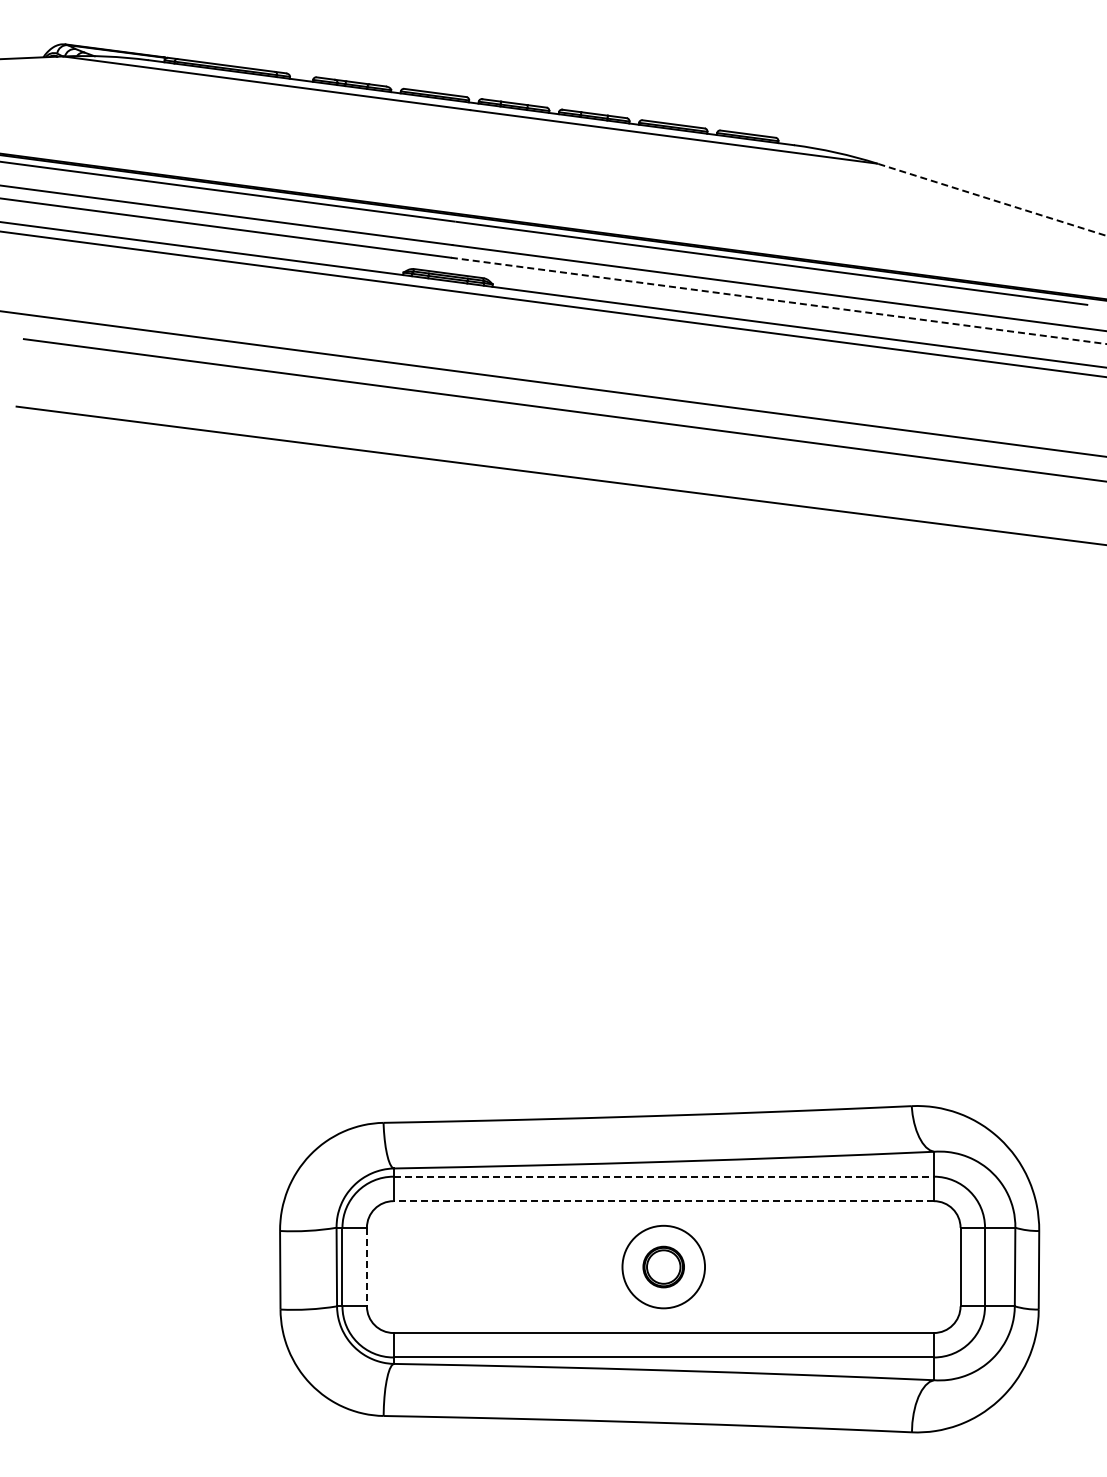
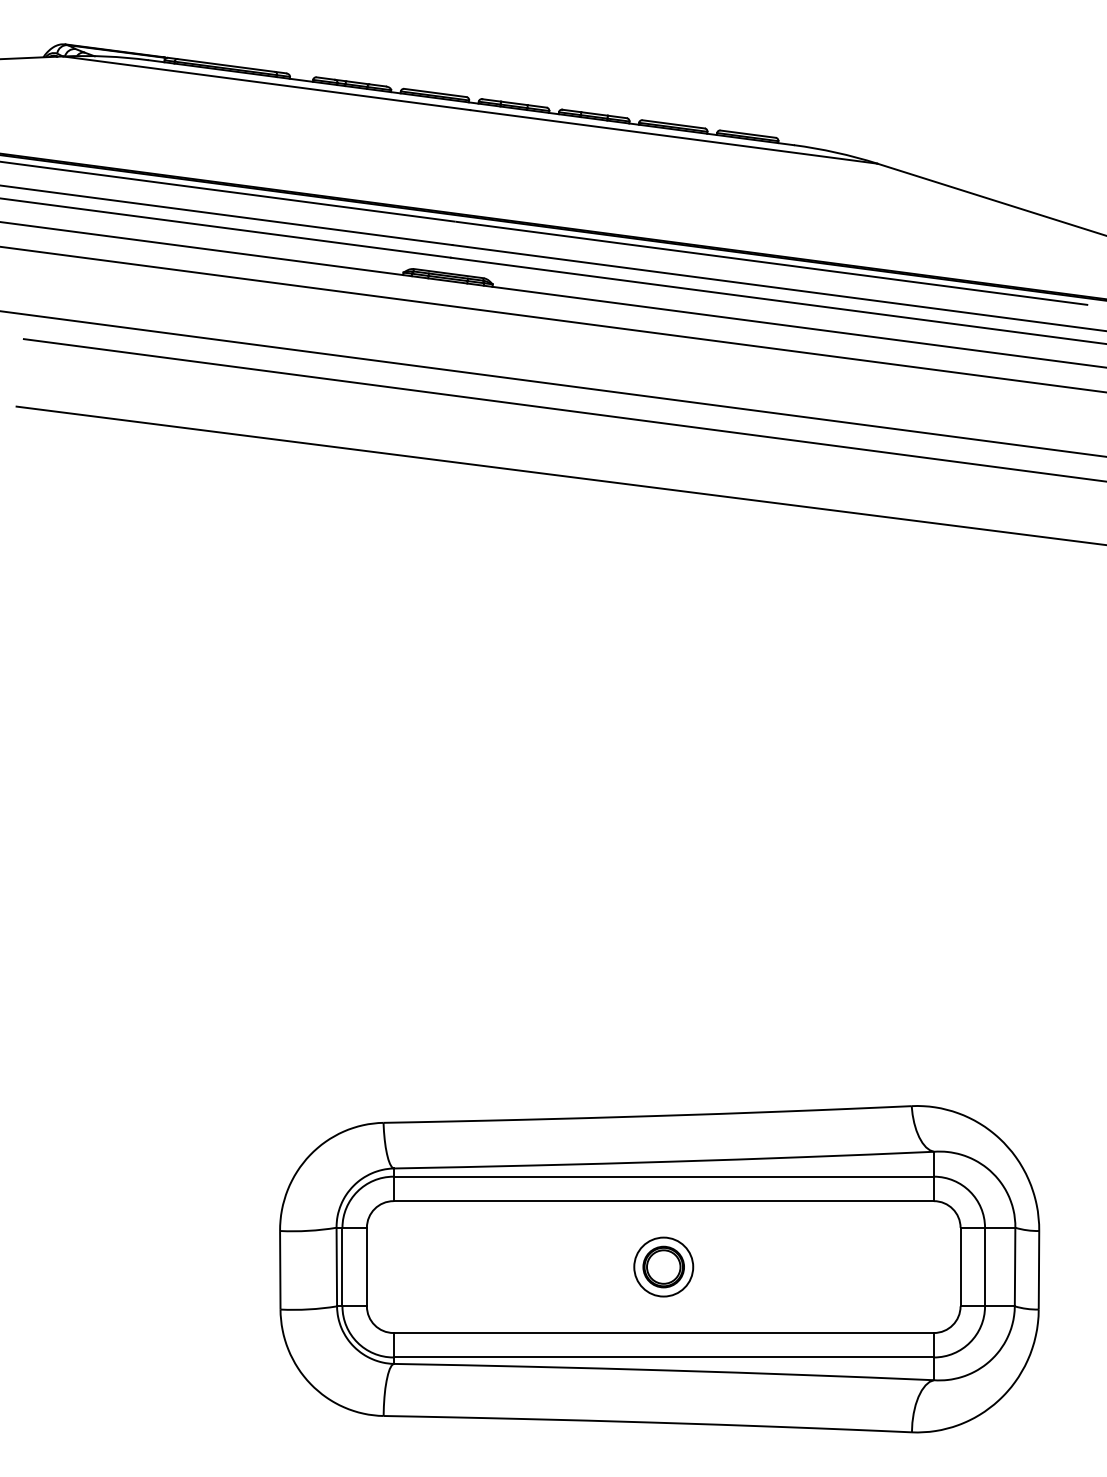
line at (991, 199): dashed -> solid
line at (778, 300): dashed -> solid
line at (552, 303) position: (552, 303) -> (552, 319)
line at (664, 1176): dashed -> solid
line at (663, 1201): dashed -> solid
circle at (663, 1266) diameter: 83 px -> 59 px
line at (366, 1267): dashed -> solid
